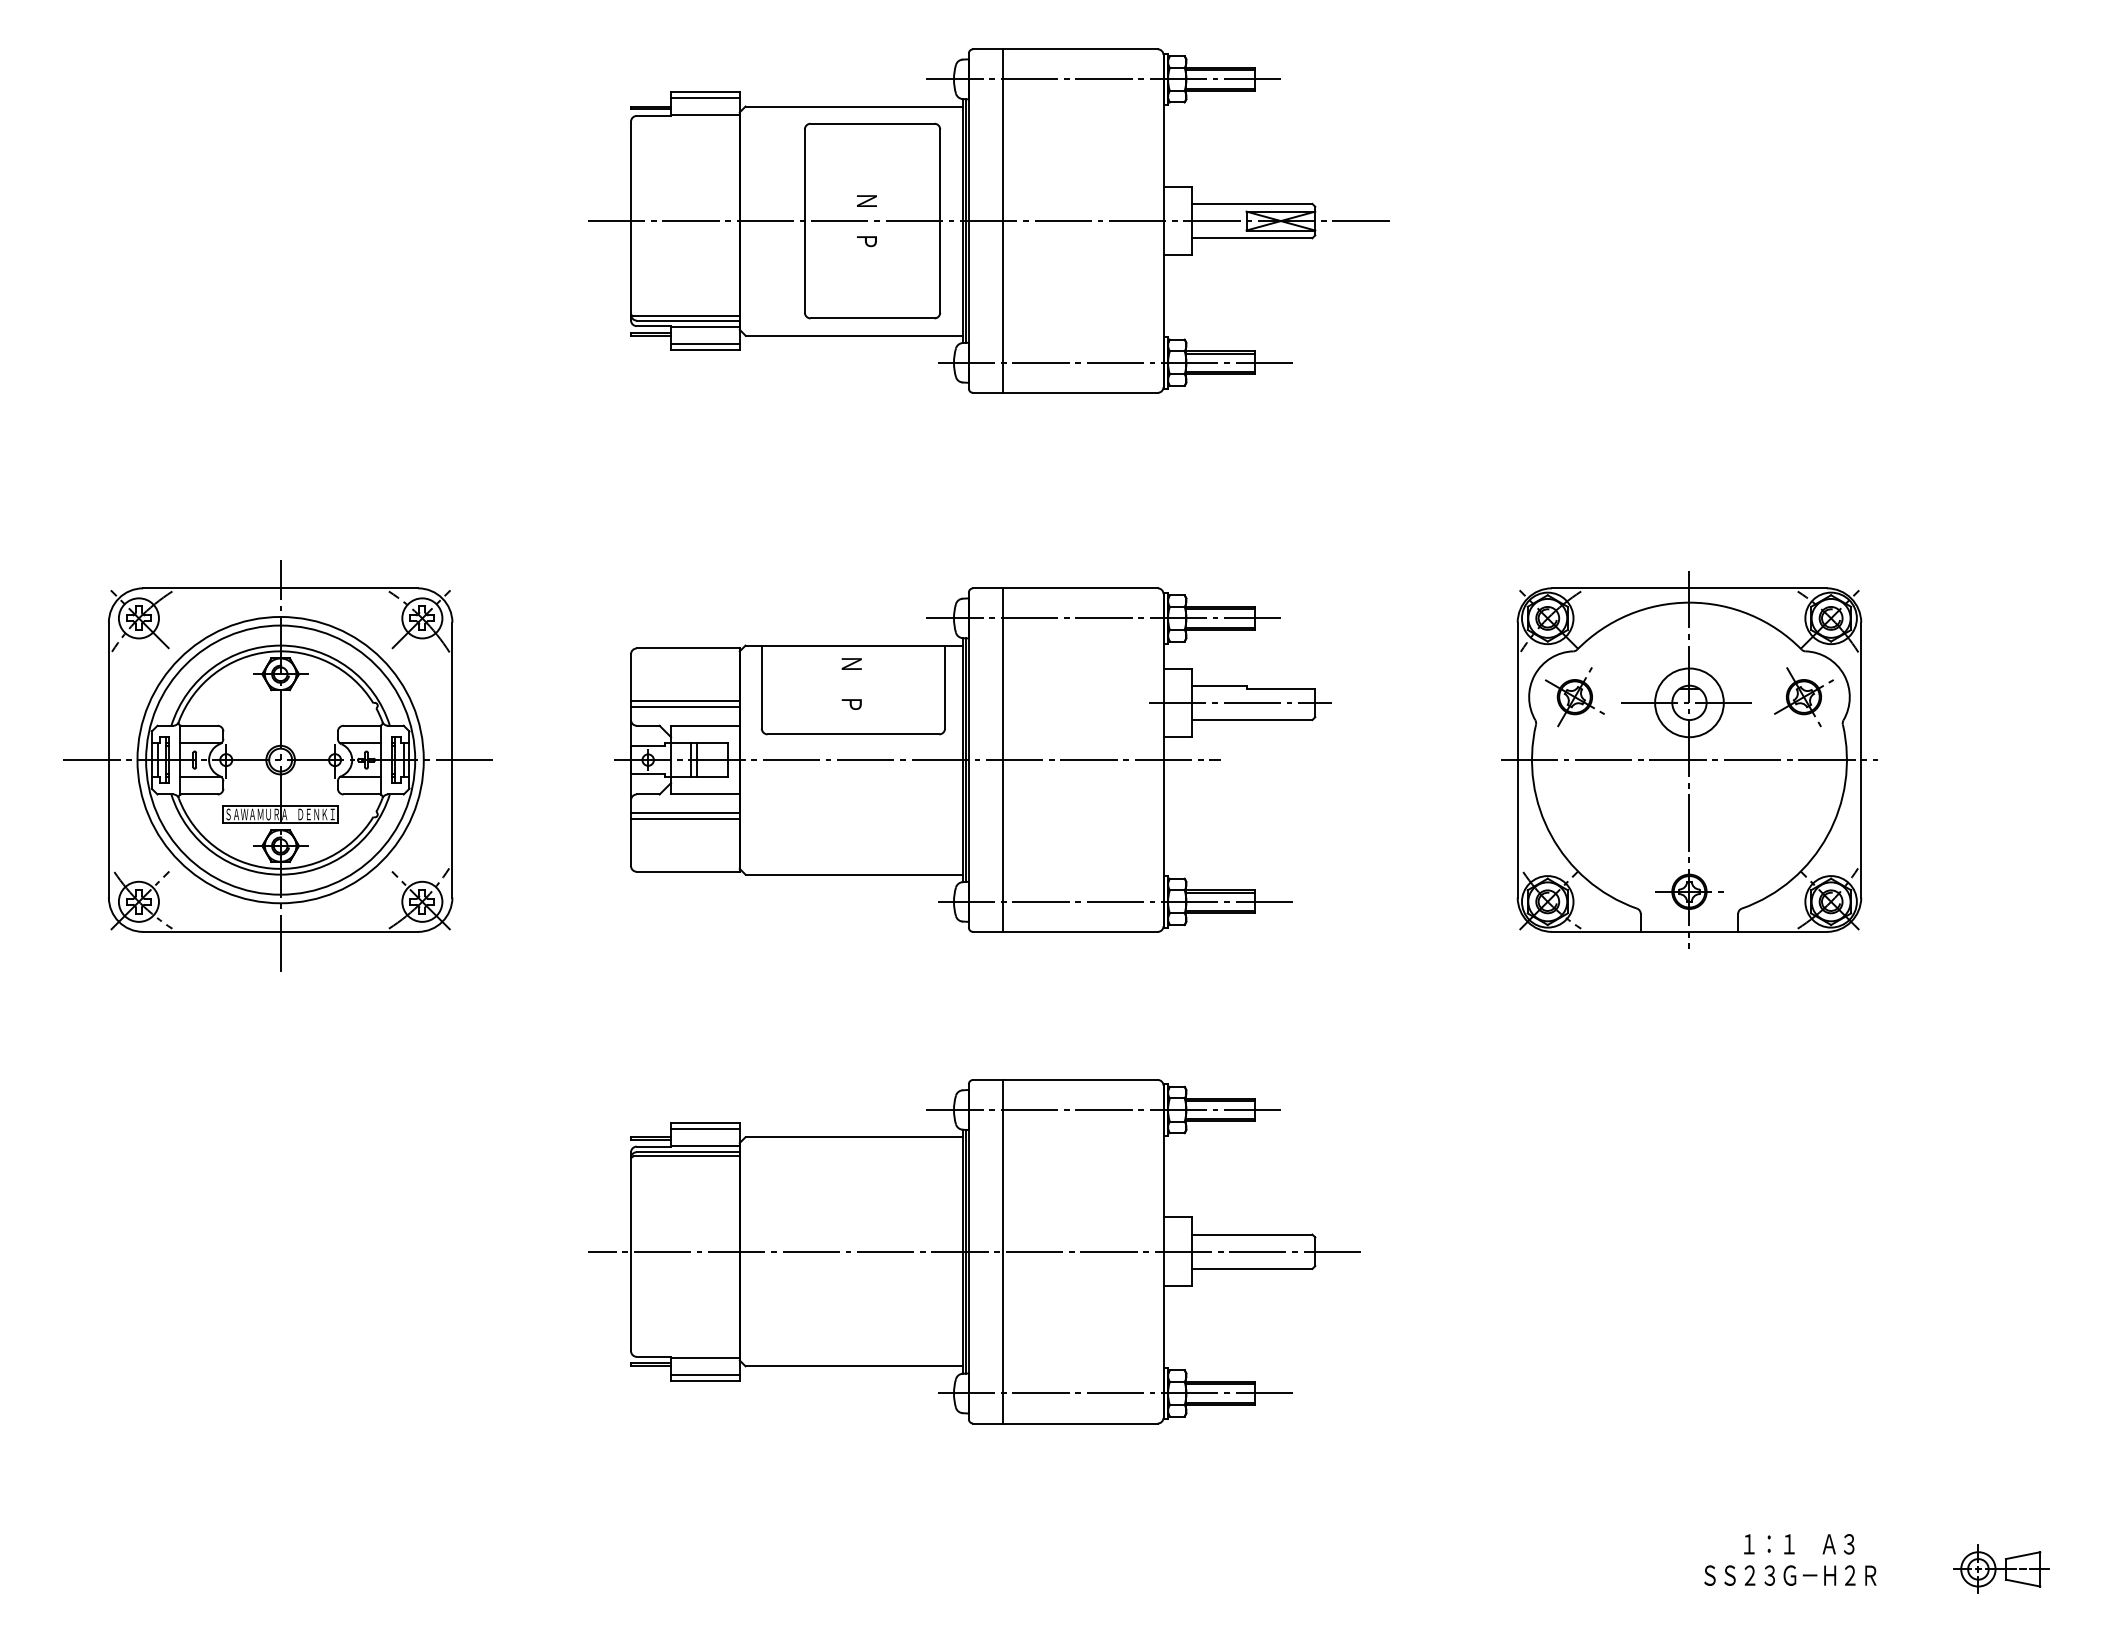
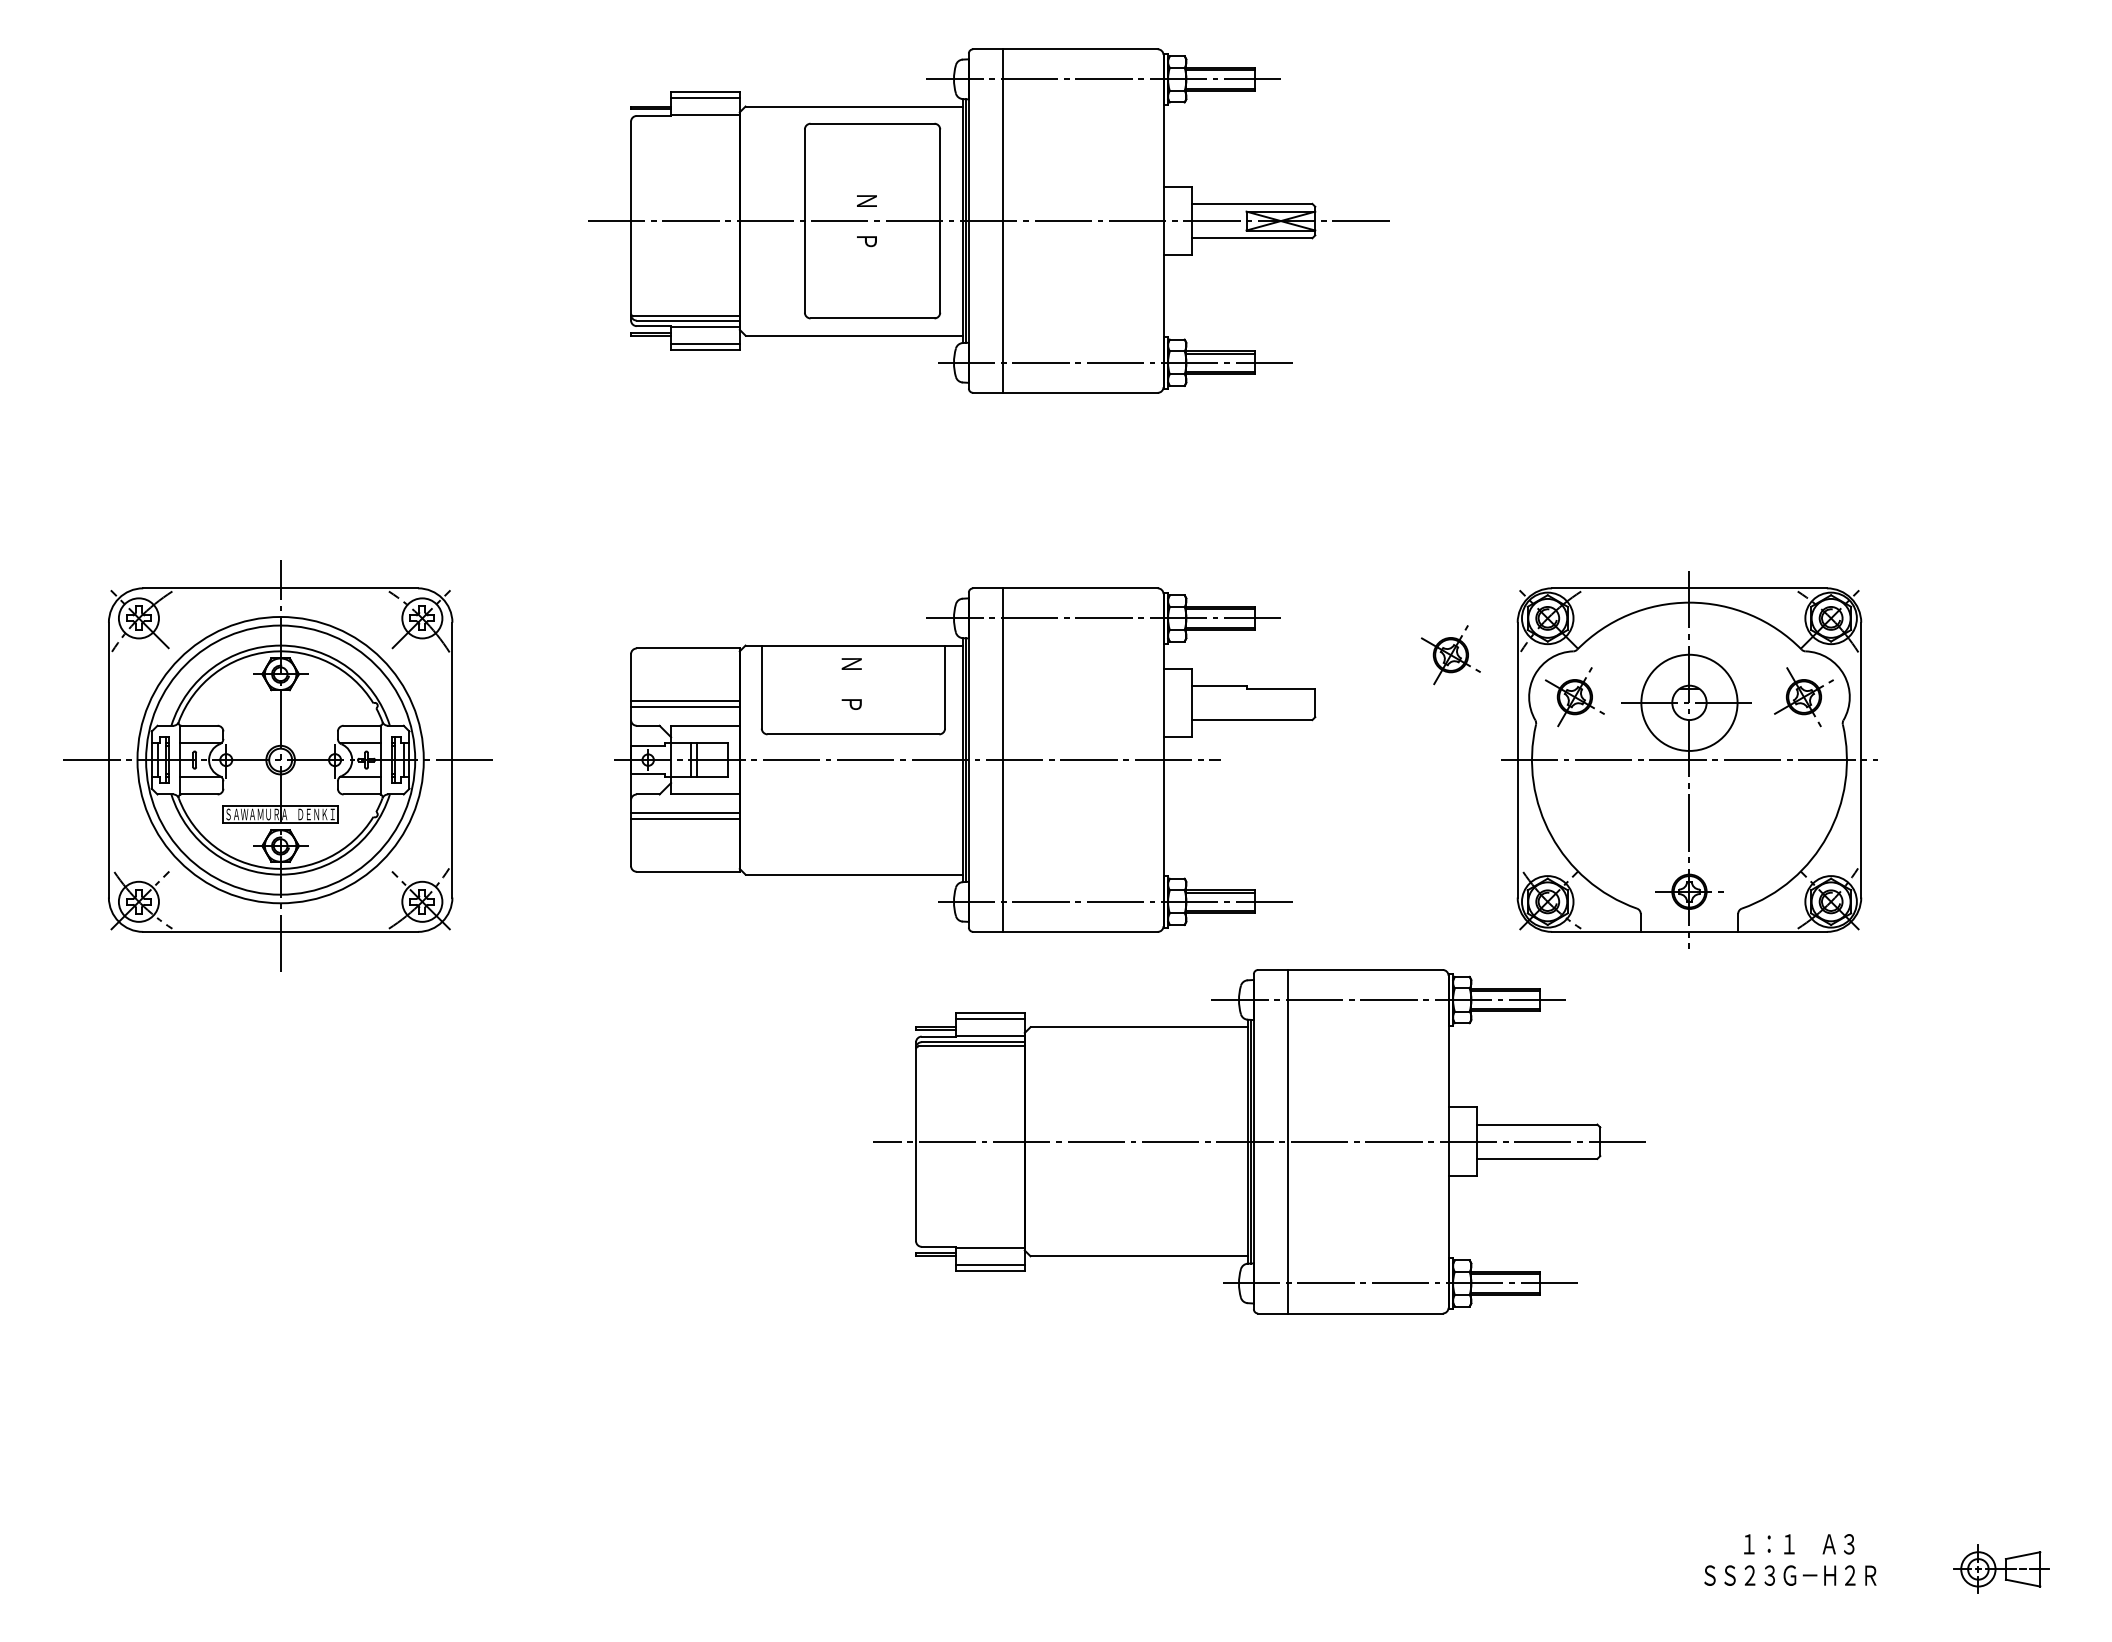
part at (1450, 655): none -> present
line at (1240, 702): present -> none
circle at (1689, 702) diameter: 69 px -> 96 px
part at (974, 1251) position: (974, 1251) -> (1259, 1141)
